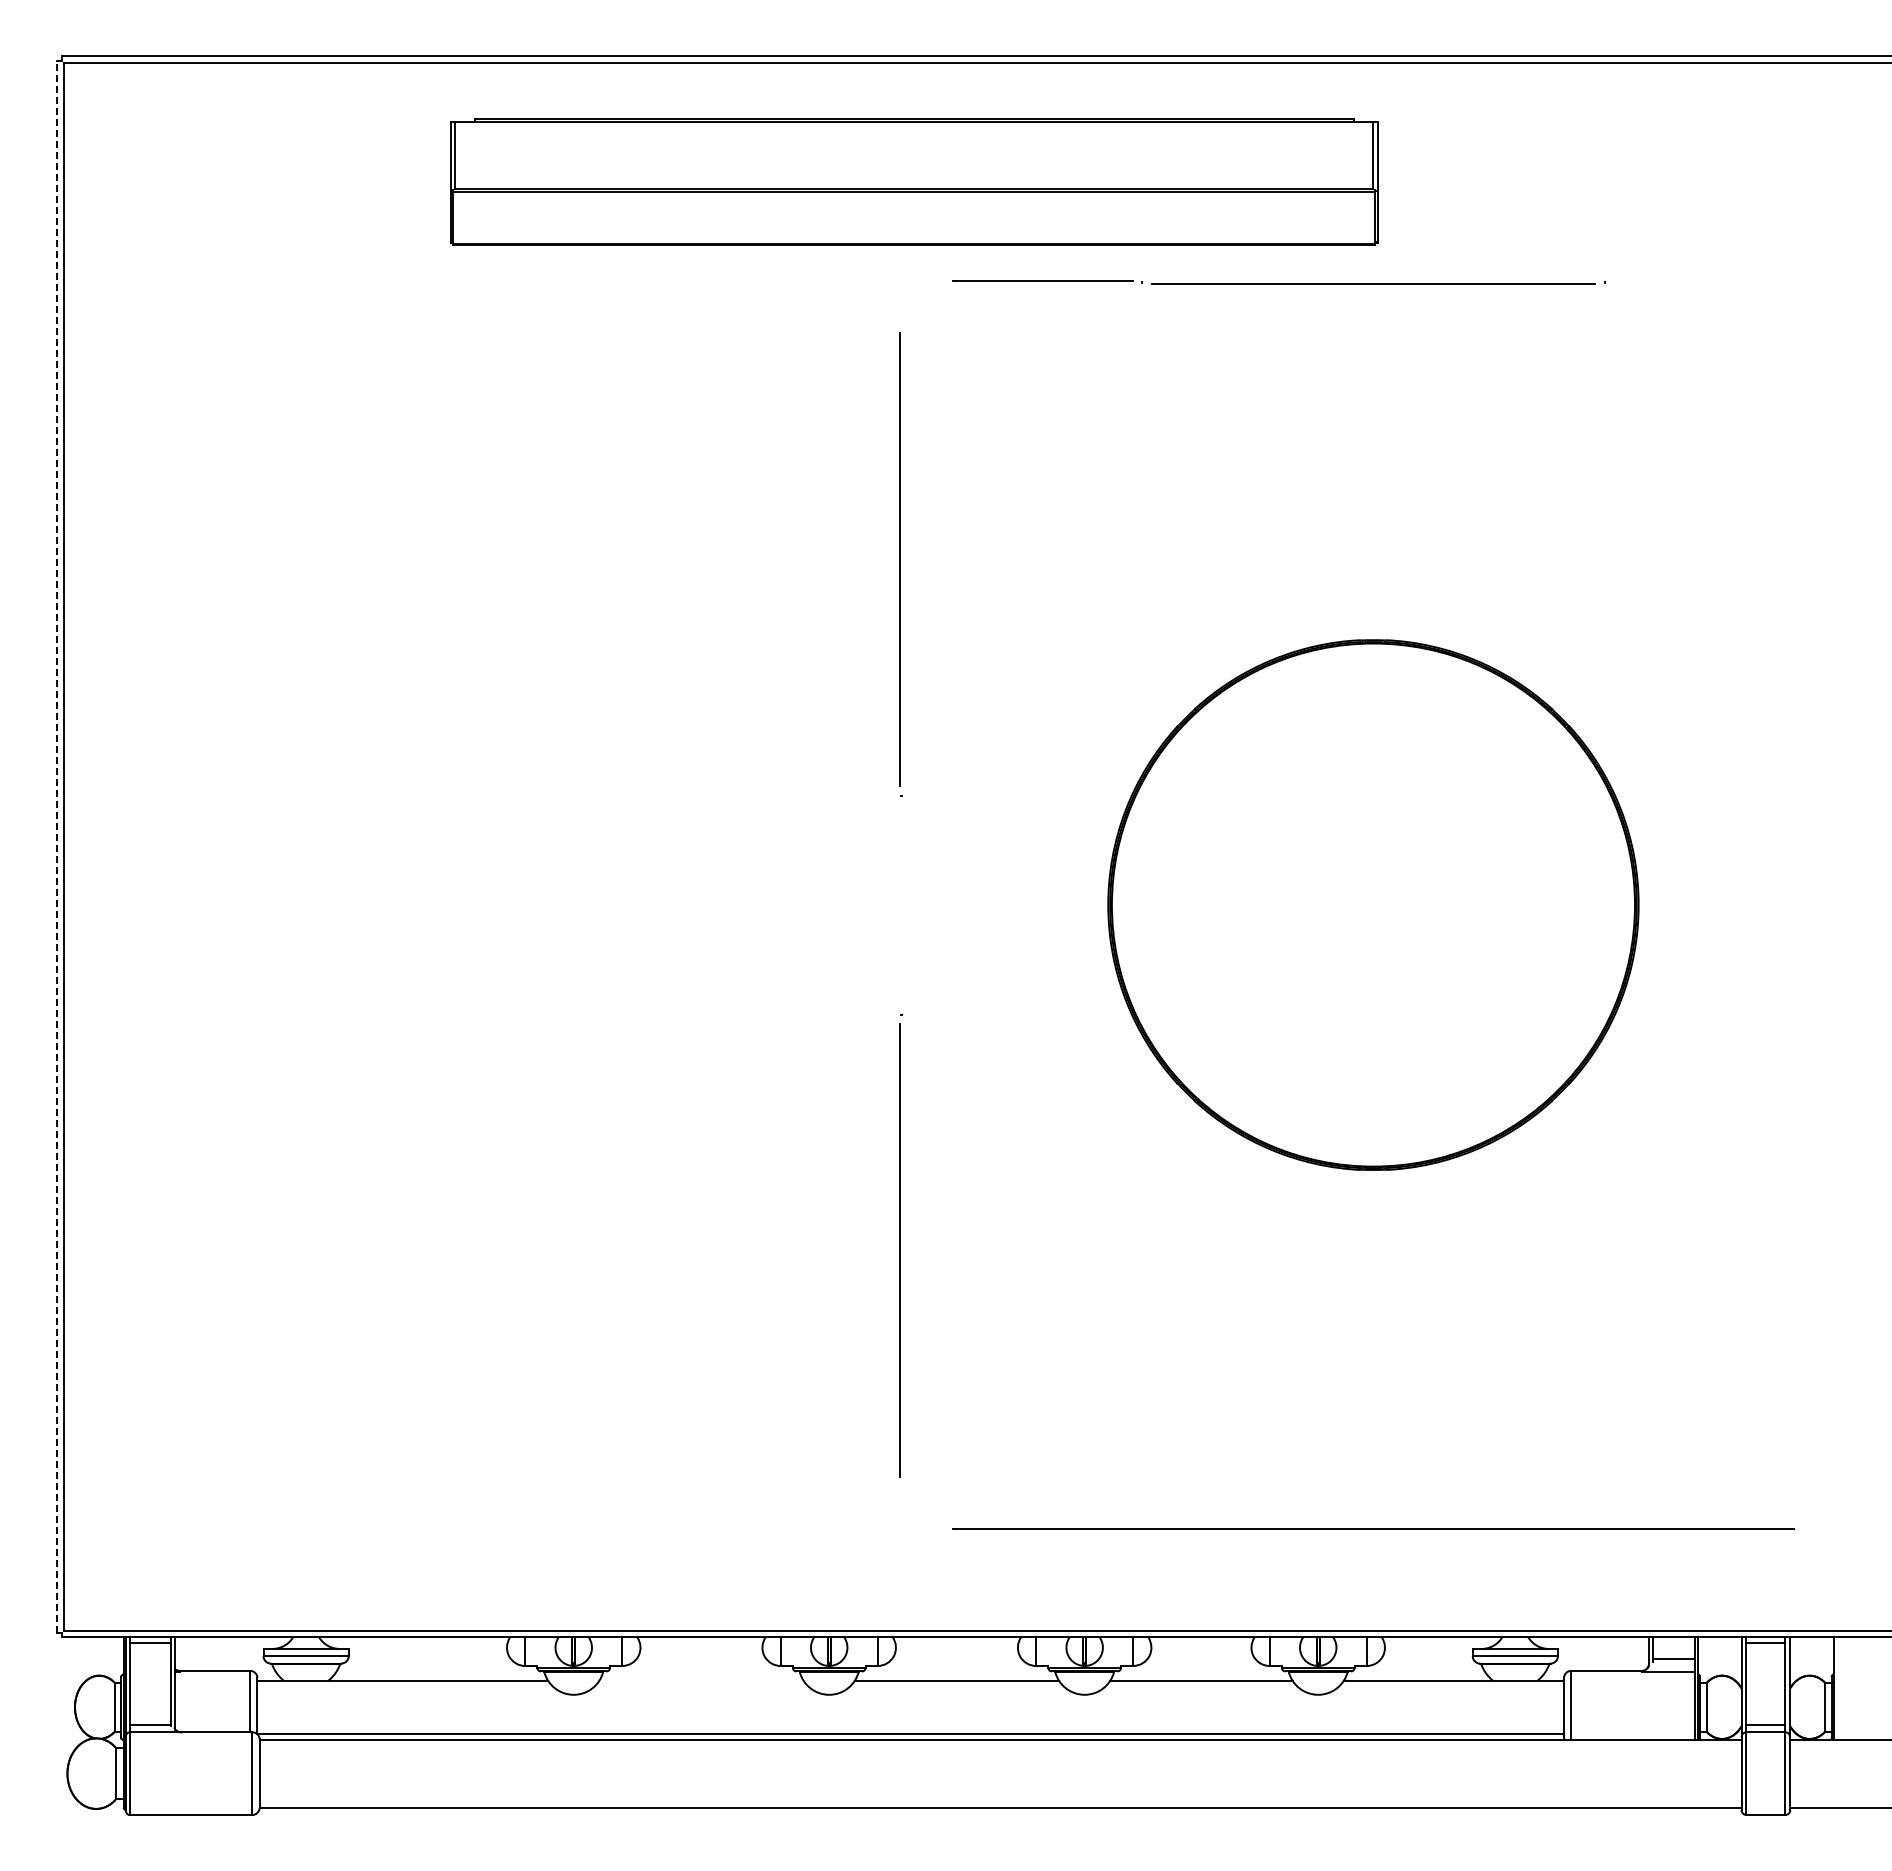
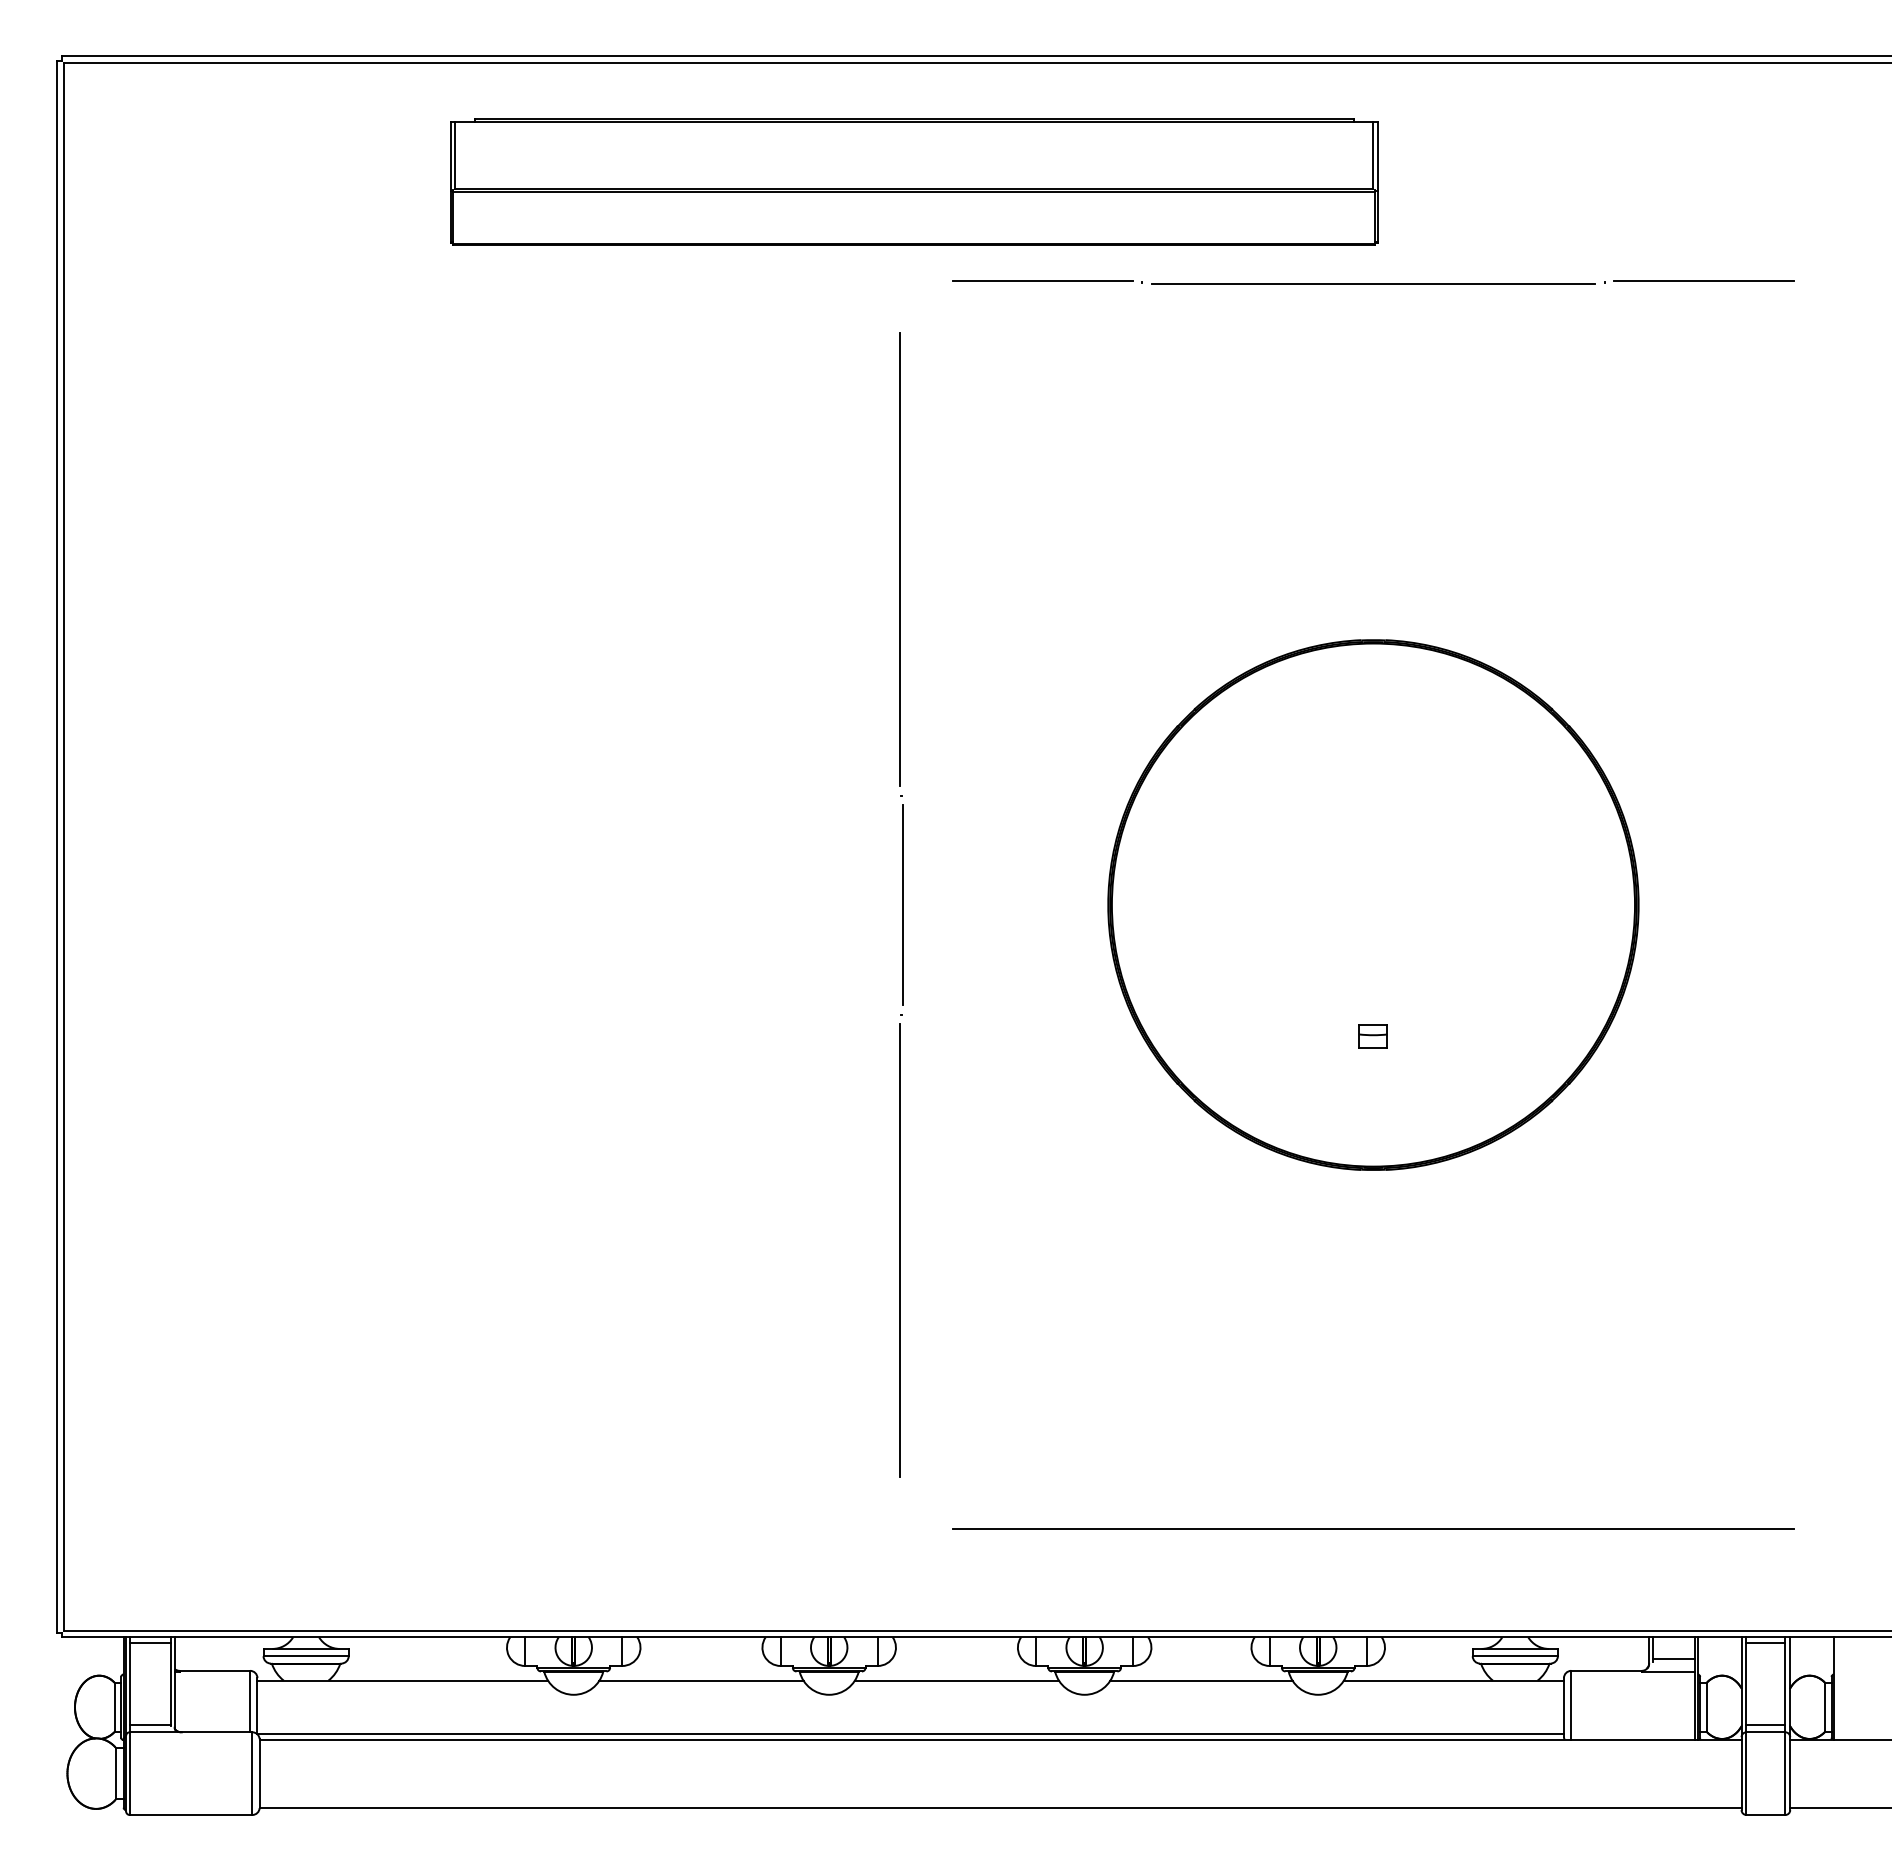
line at (1703, 280): none -> present
line at (56, 846): dashed -> solid
line at (902, 904): none -> present
part at (1372, 1036): none -> present
line at (701, 1680): none -> present
